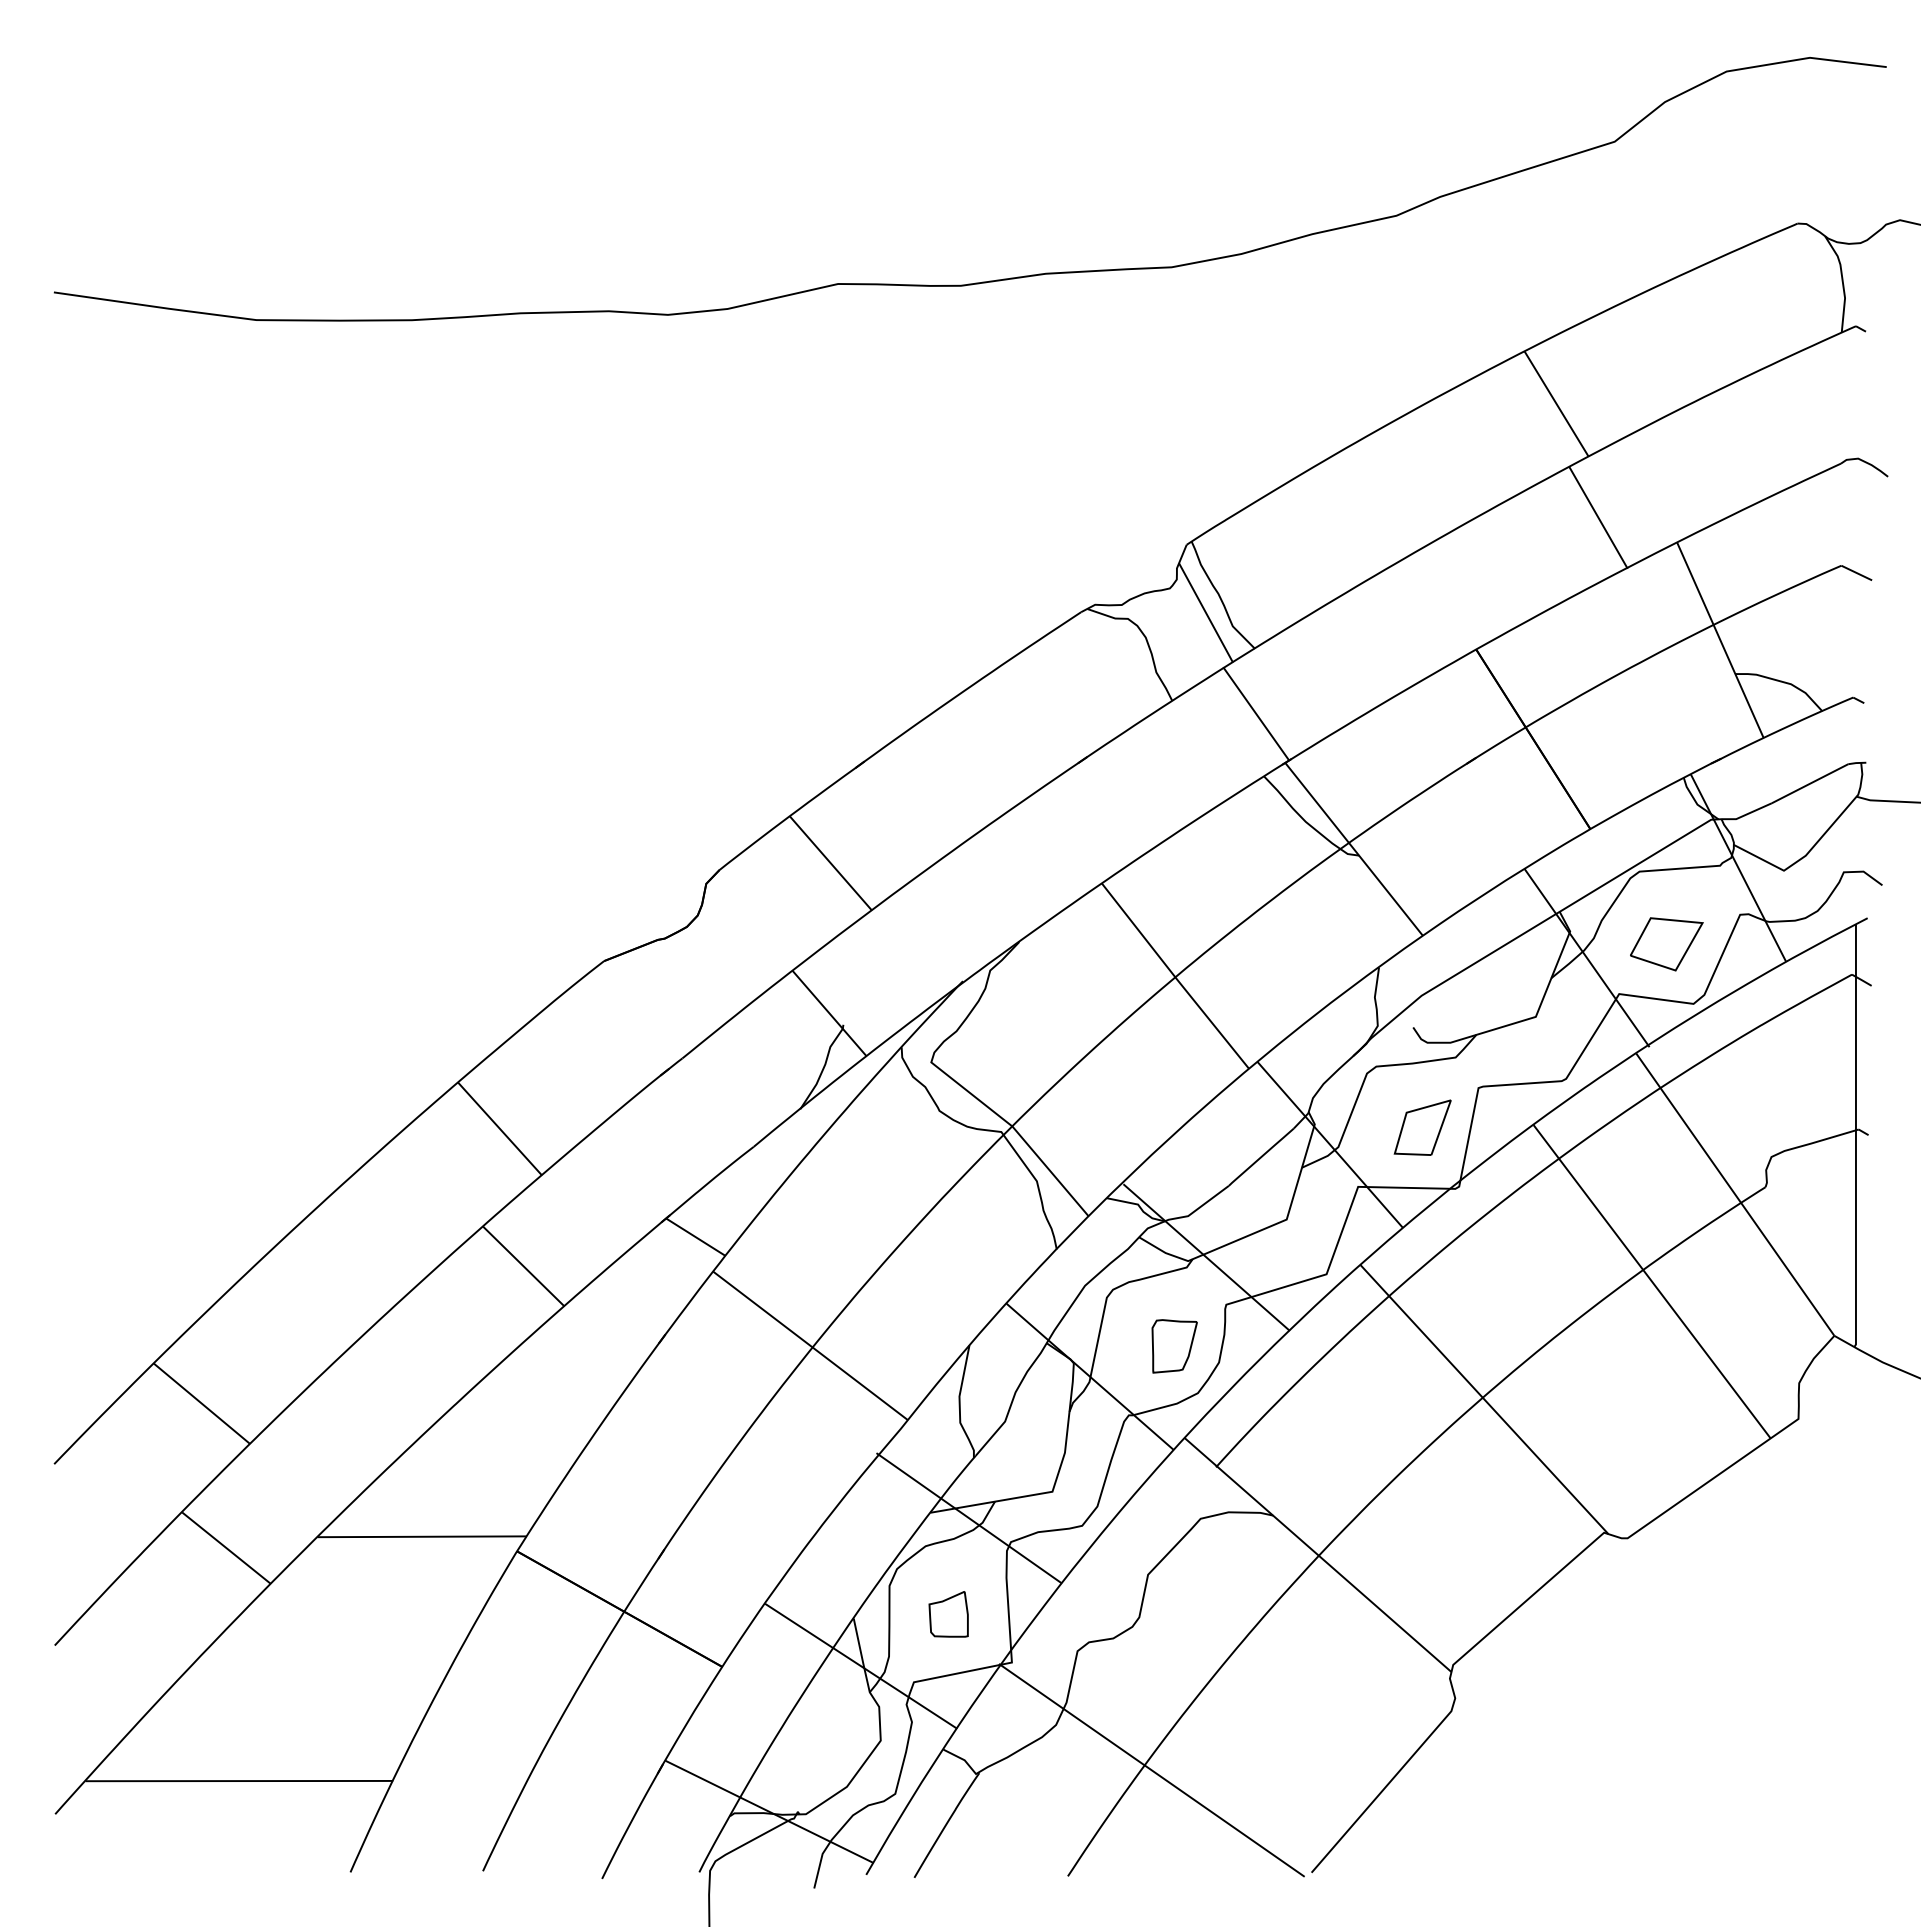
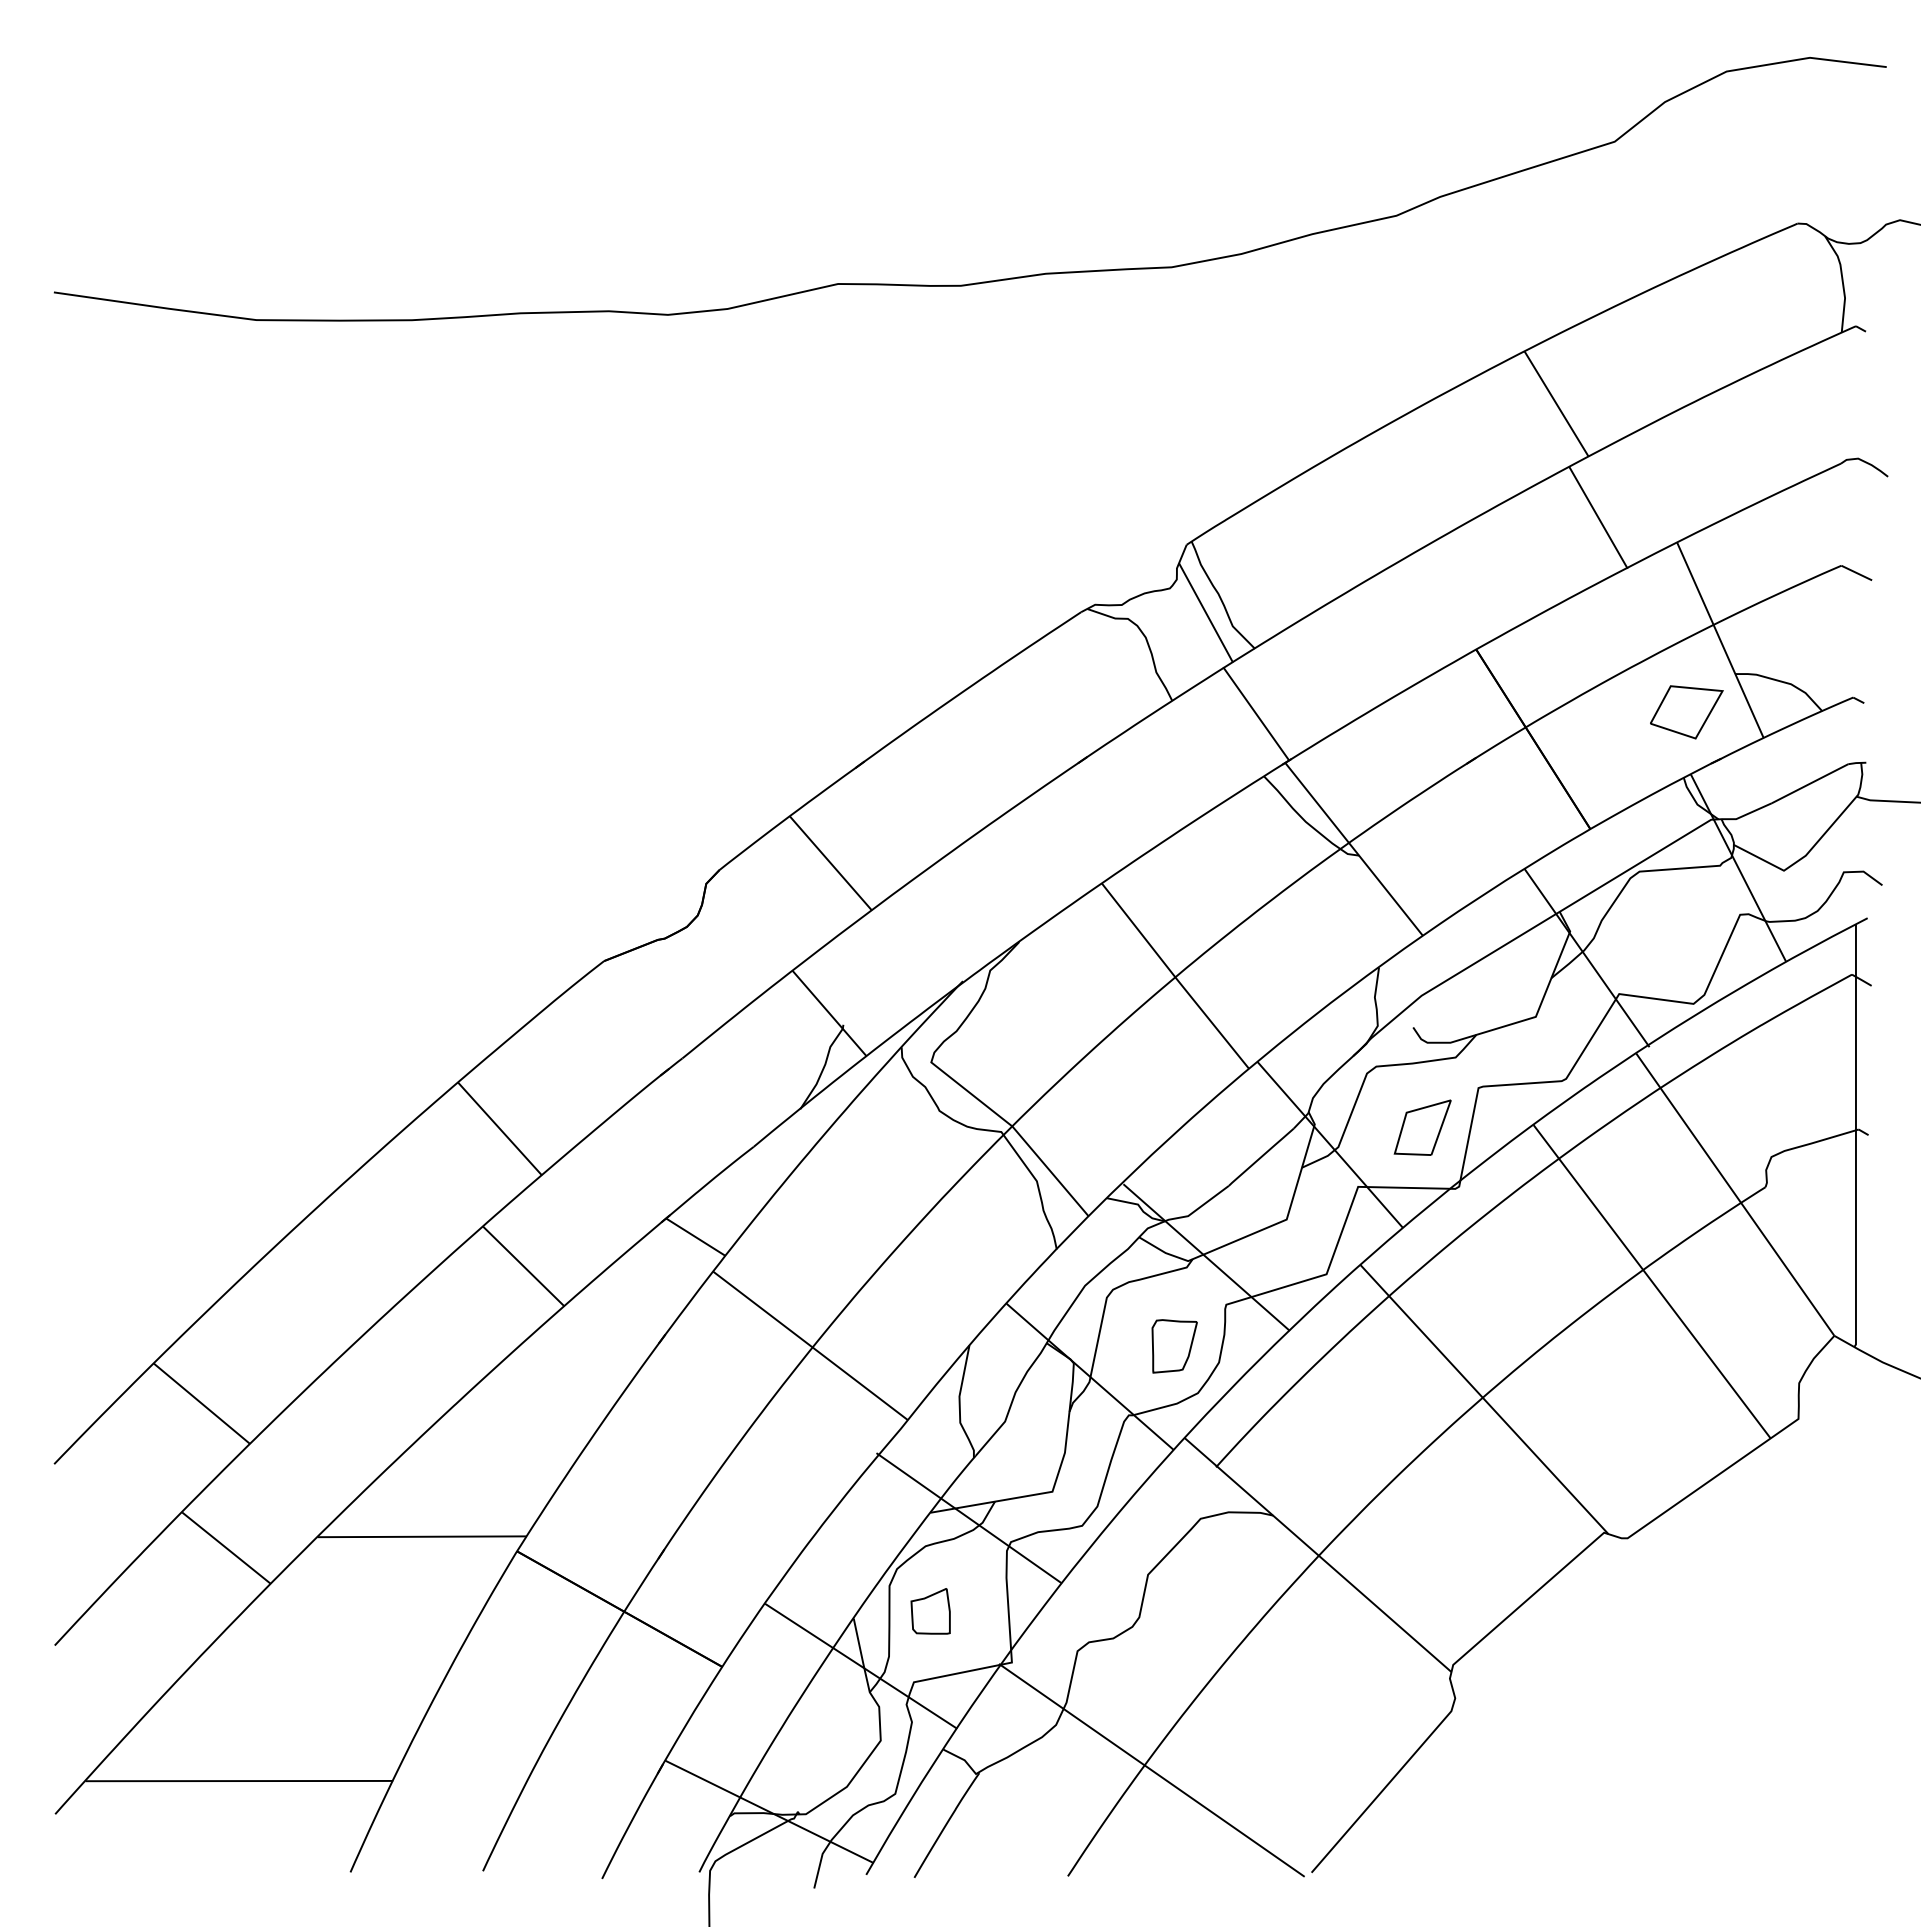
part at (1666, 944) position: (1666, 944) -> (1686, 712)
part at (948, 1614) position: (948, 1614) -> (930, 1611)
